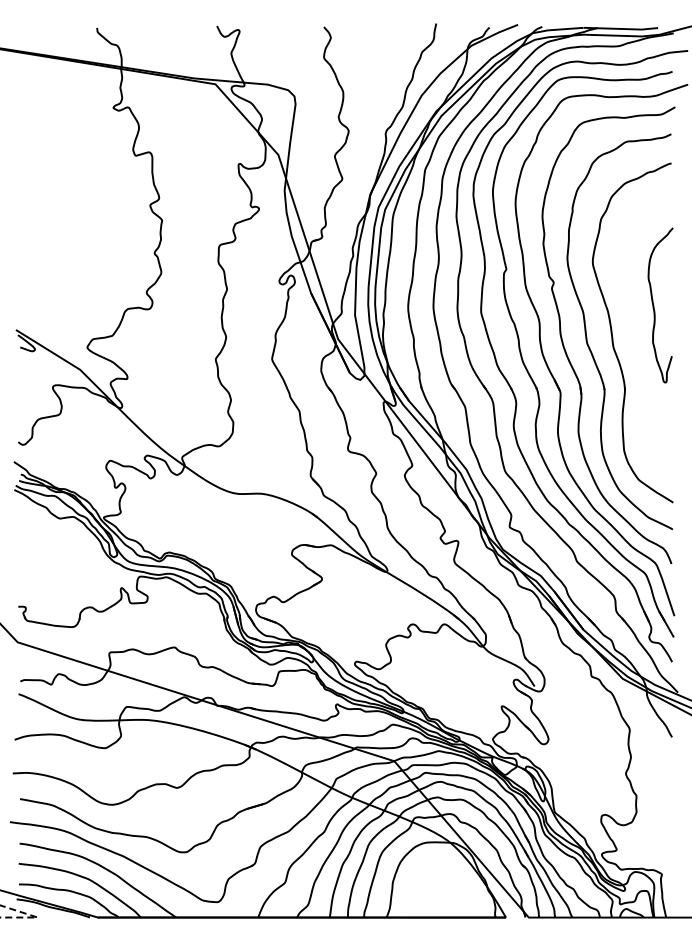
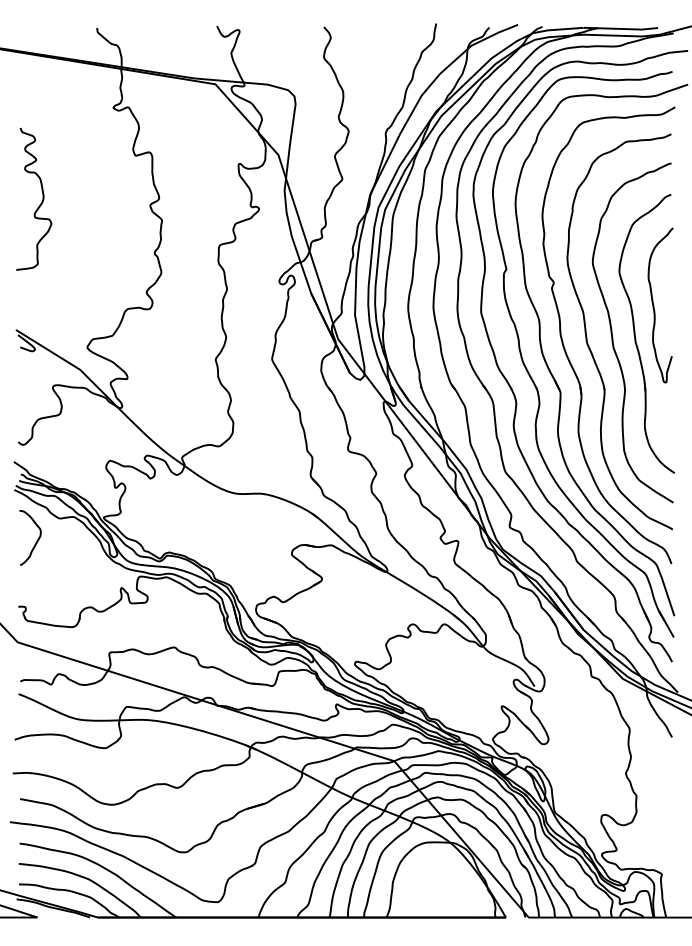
curve at (41, 201): none -> present
part at (635, 333): none -> present
curve at (36, 540): none -> present
line at (37, 917): dashed -> solid
